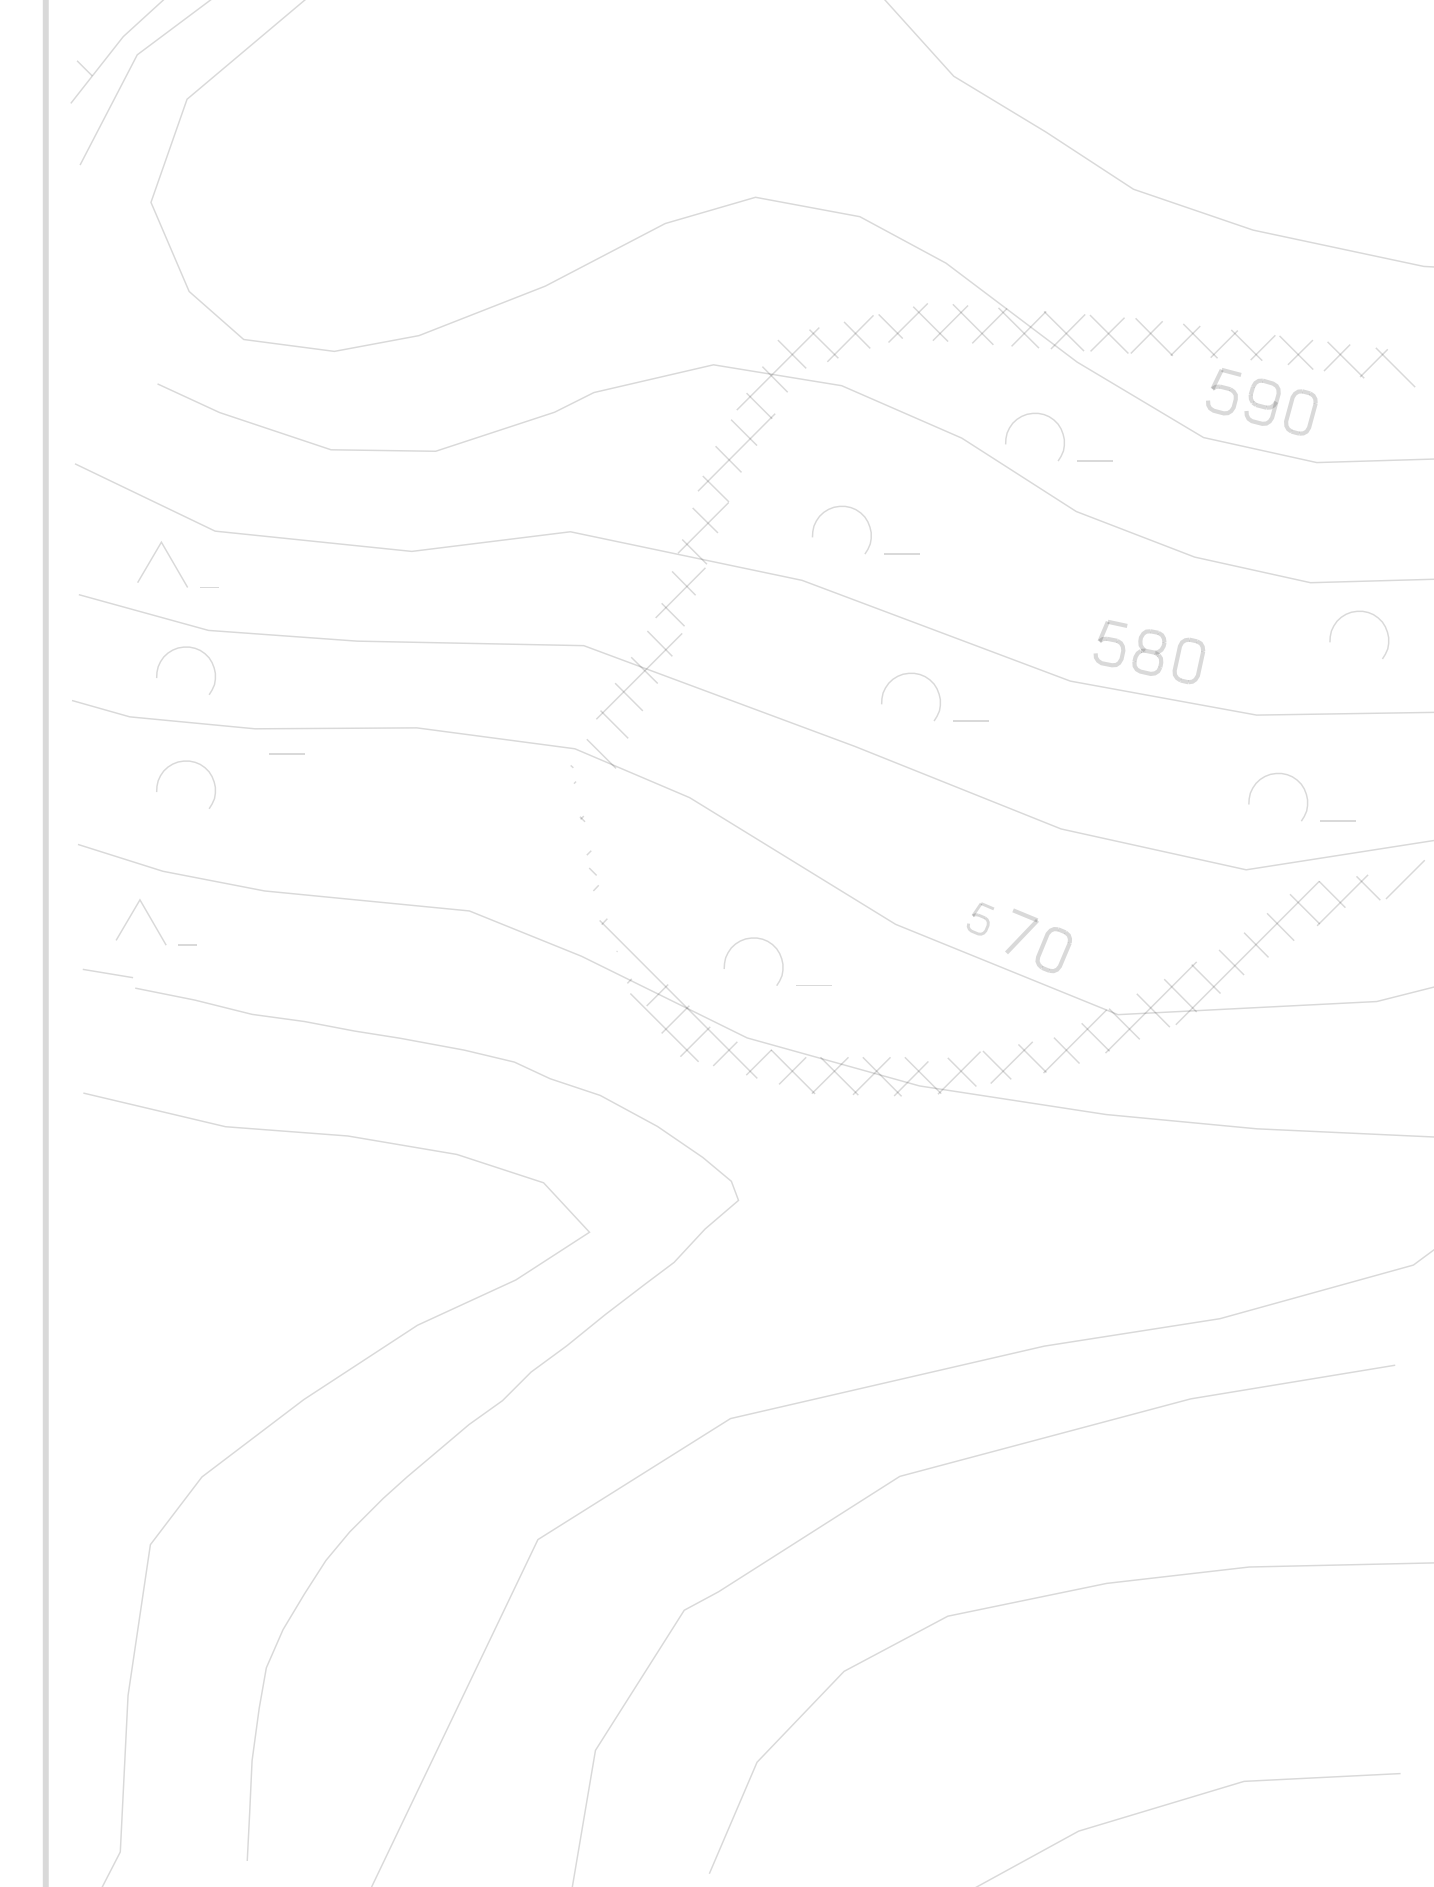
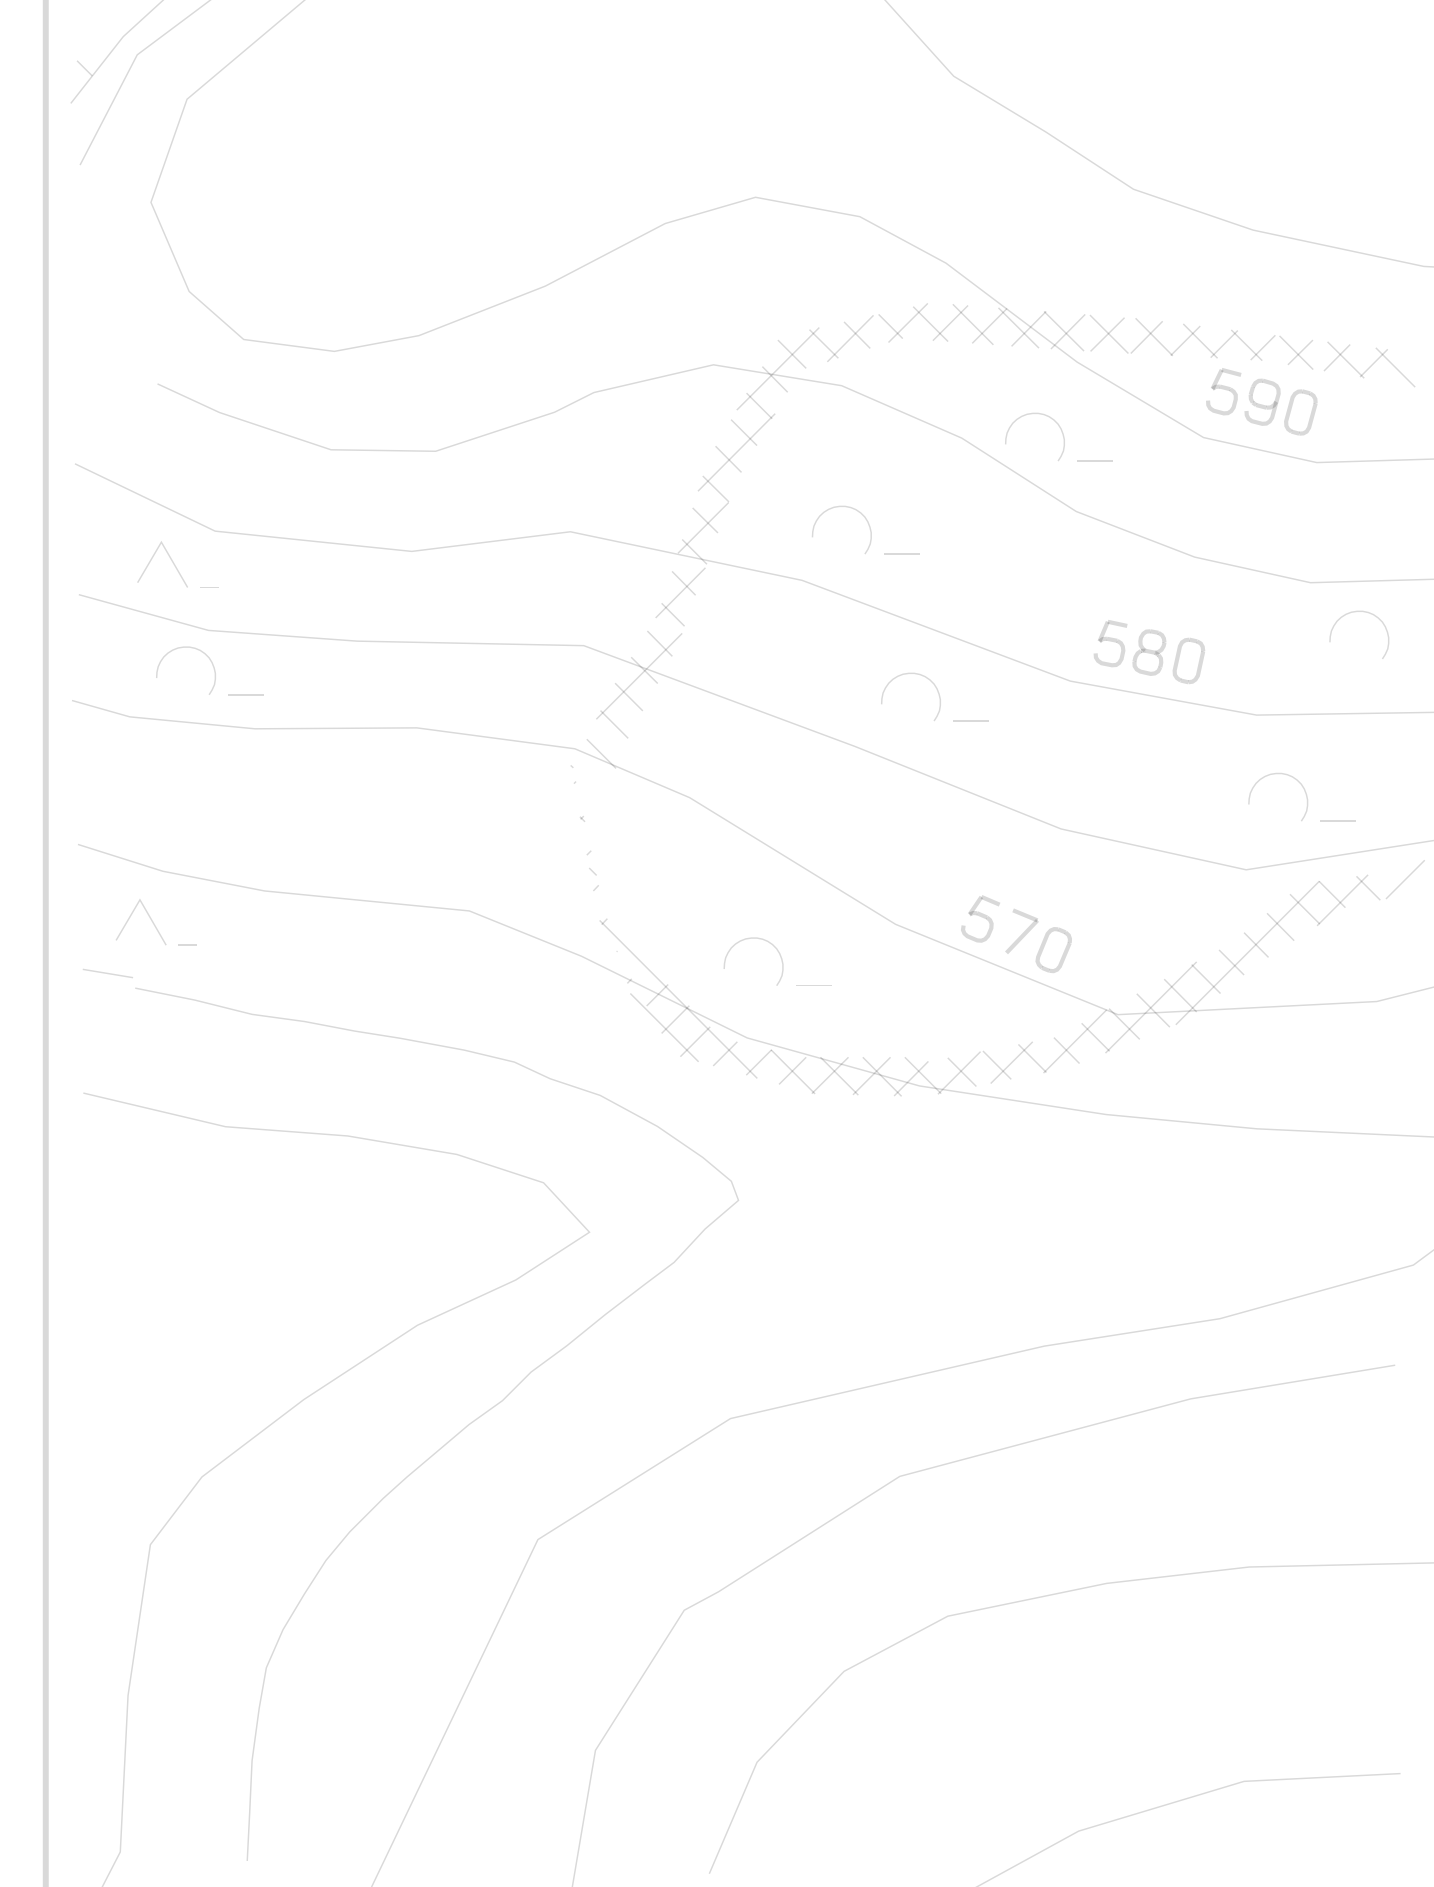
line at (286, 753) position: (286, 753) -> (245, 694)
curve at (185, 761): present -> none
part at (980, 918) size: 27x32 px -> 39x46 px
